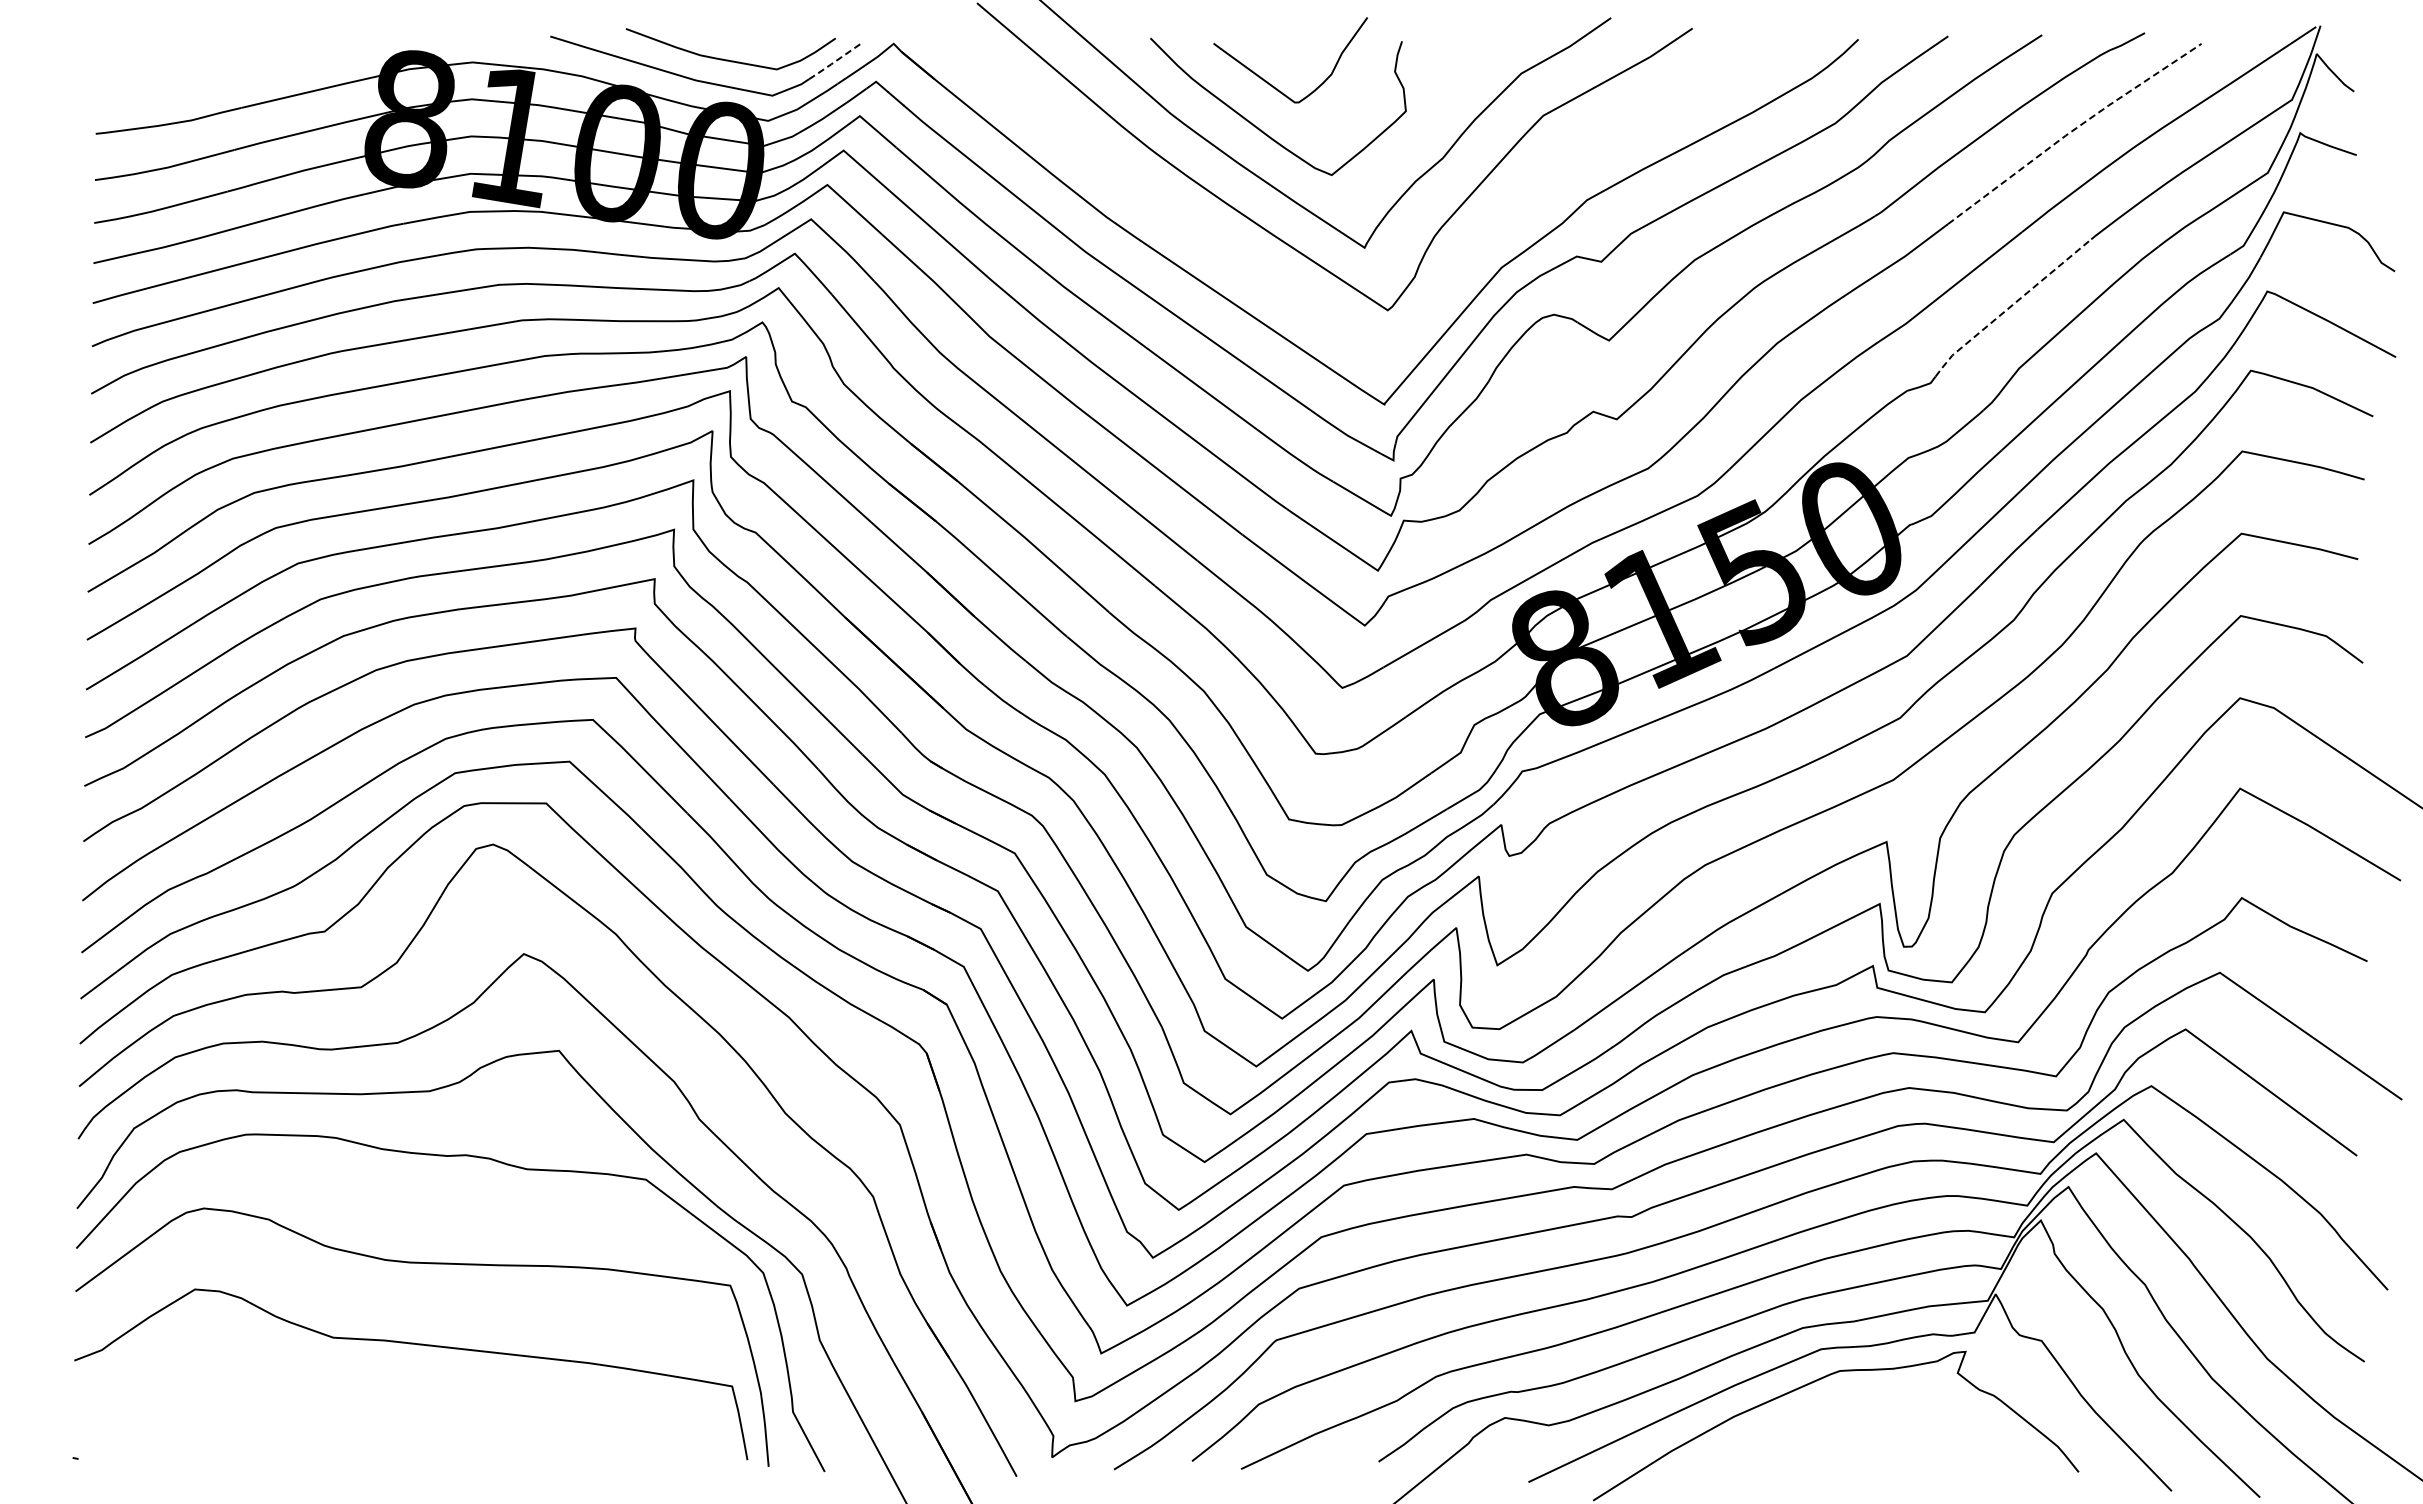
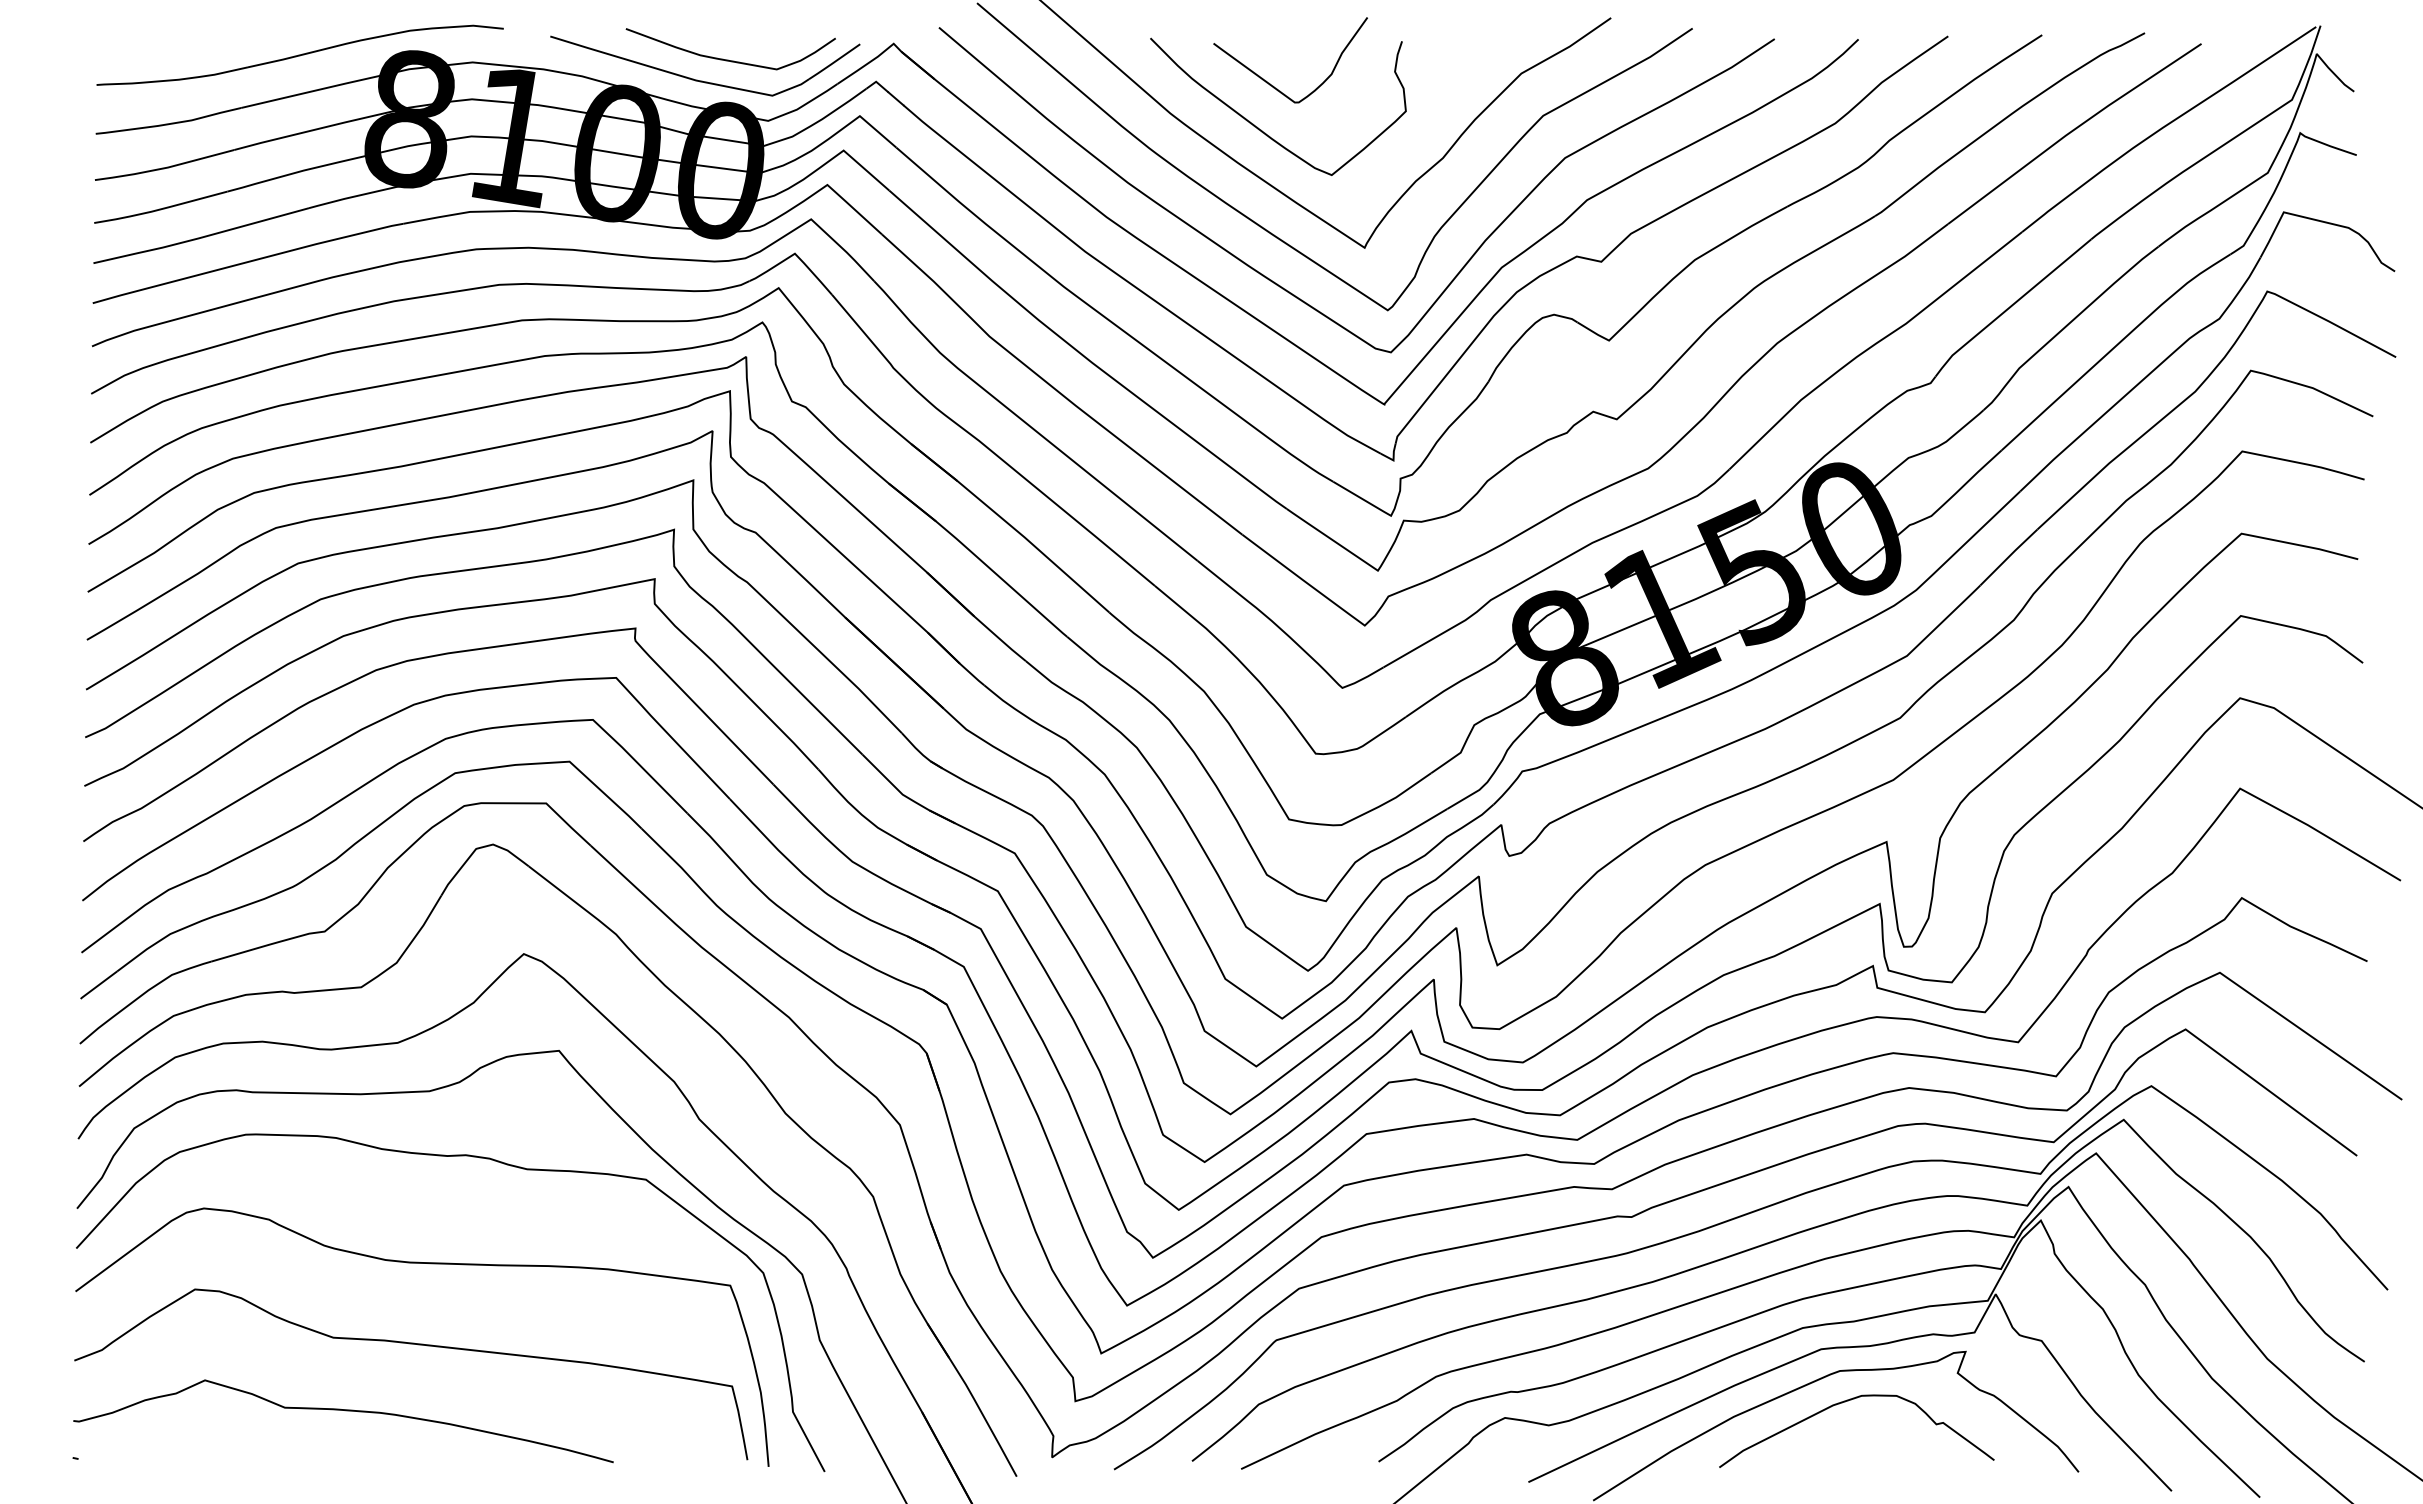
part at (299, 54): none -> present
line at (833, 62): dashed -> solid
line at (2073, 130): dashed -> solid
curve at (1288, 290): none -> present
line at (2010, 306): dashed -> solid
curve at (1848, 1401): none -> present
curve at (345, 1411): none -> present
